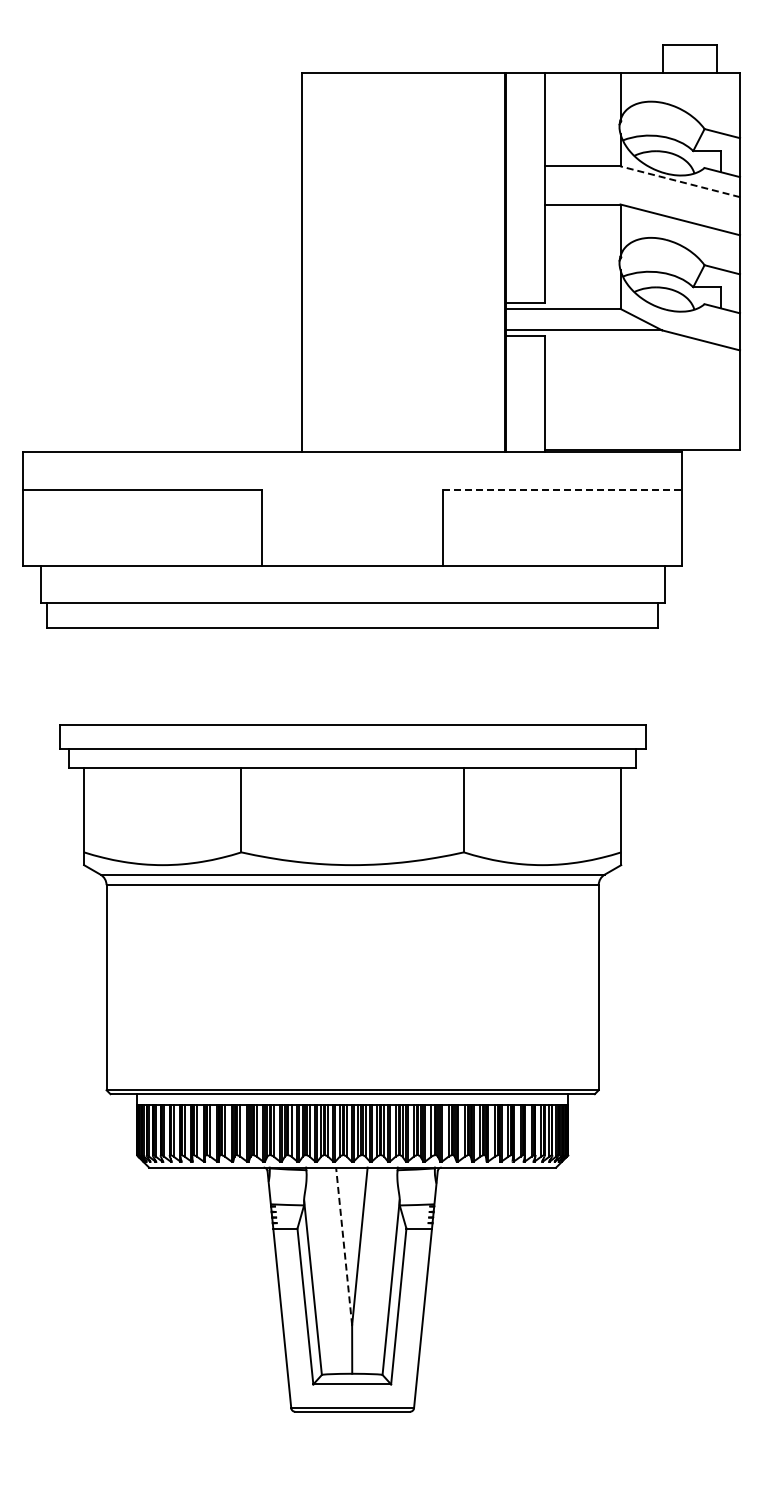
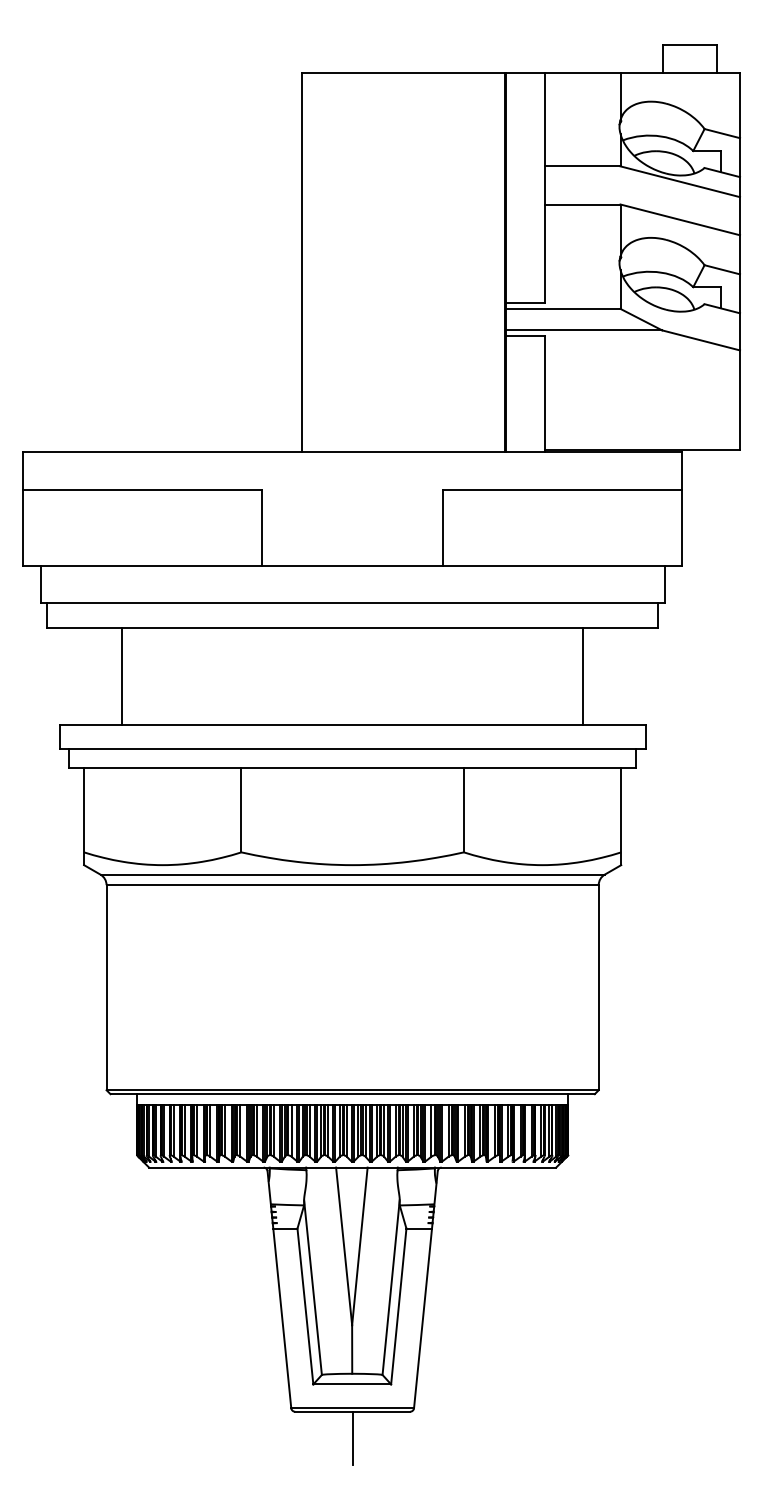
line at (680, 181): dashed -> solid
line at (562, 490): dashed -> solid
line at (122, 676): none -> present
line at (583, 676): none -> present
line at (344, 1245): dashed -> solid
line at (352, 1437): none -> present
